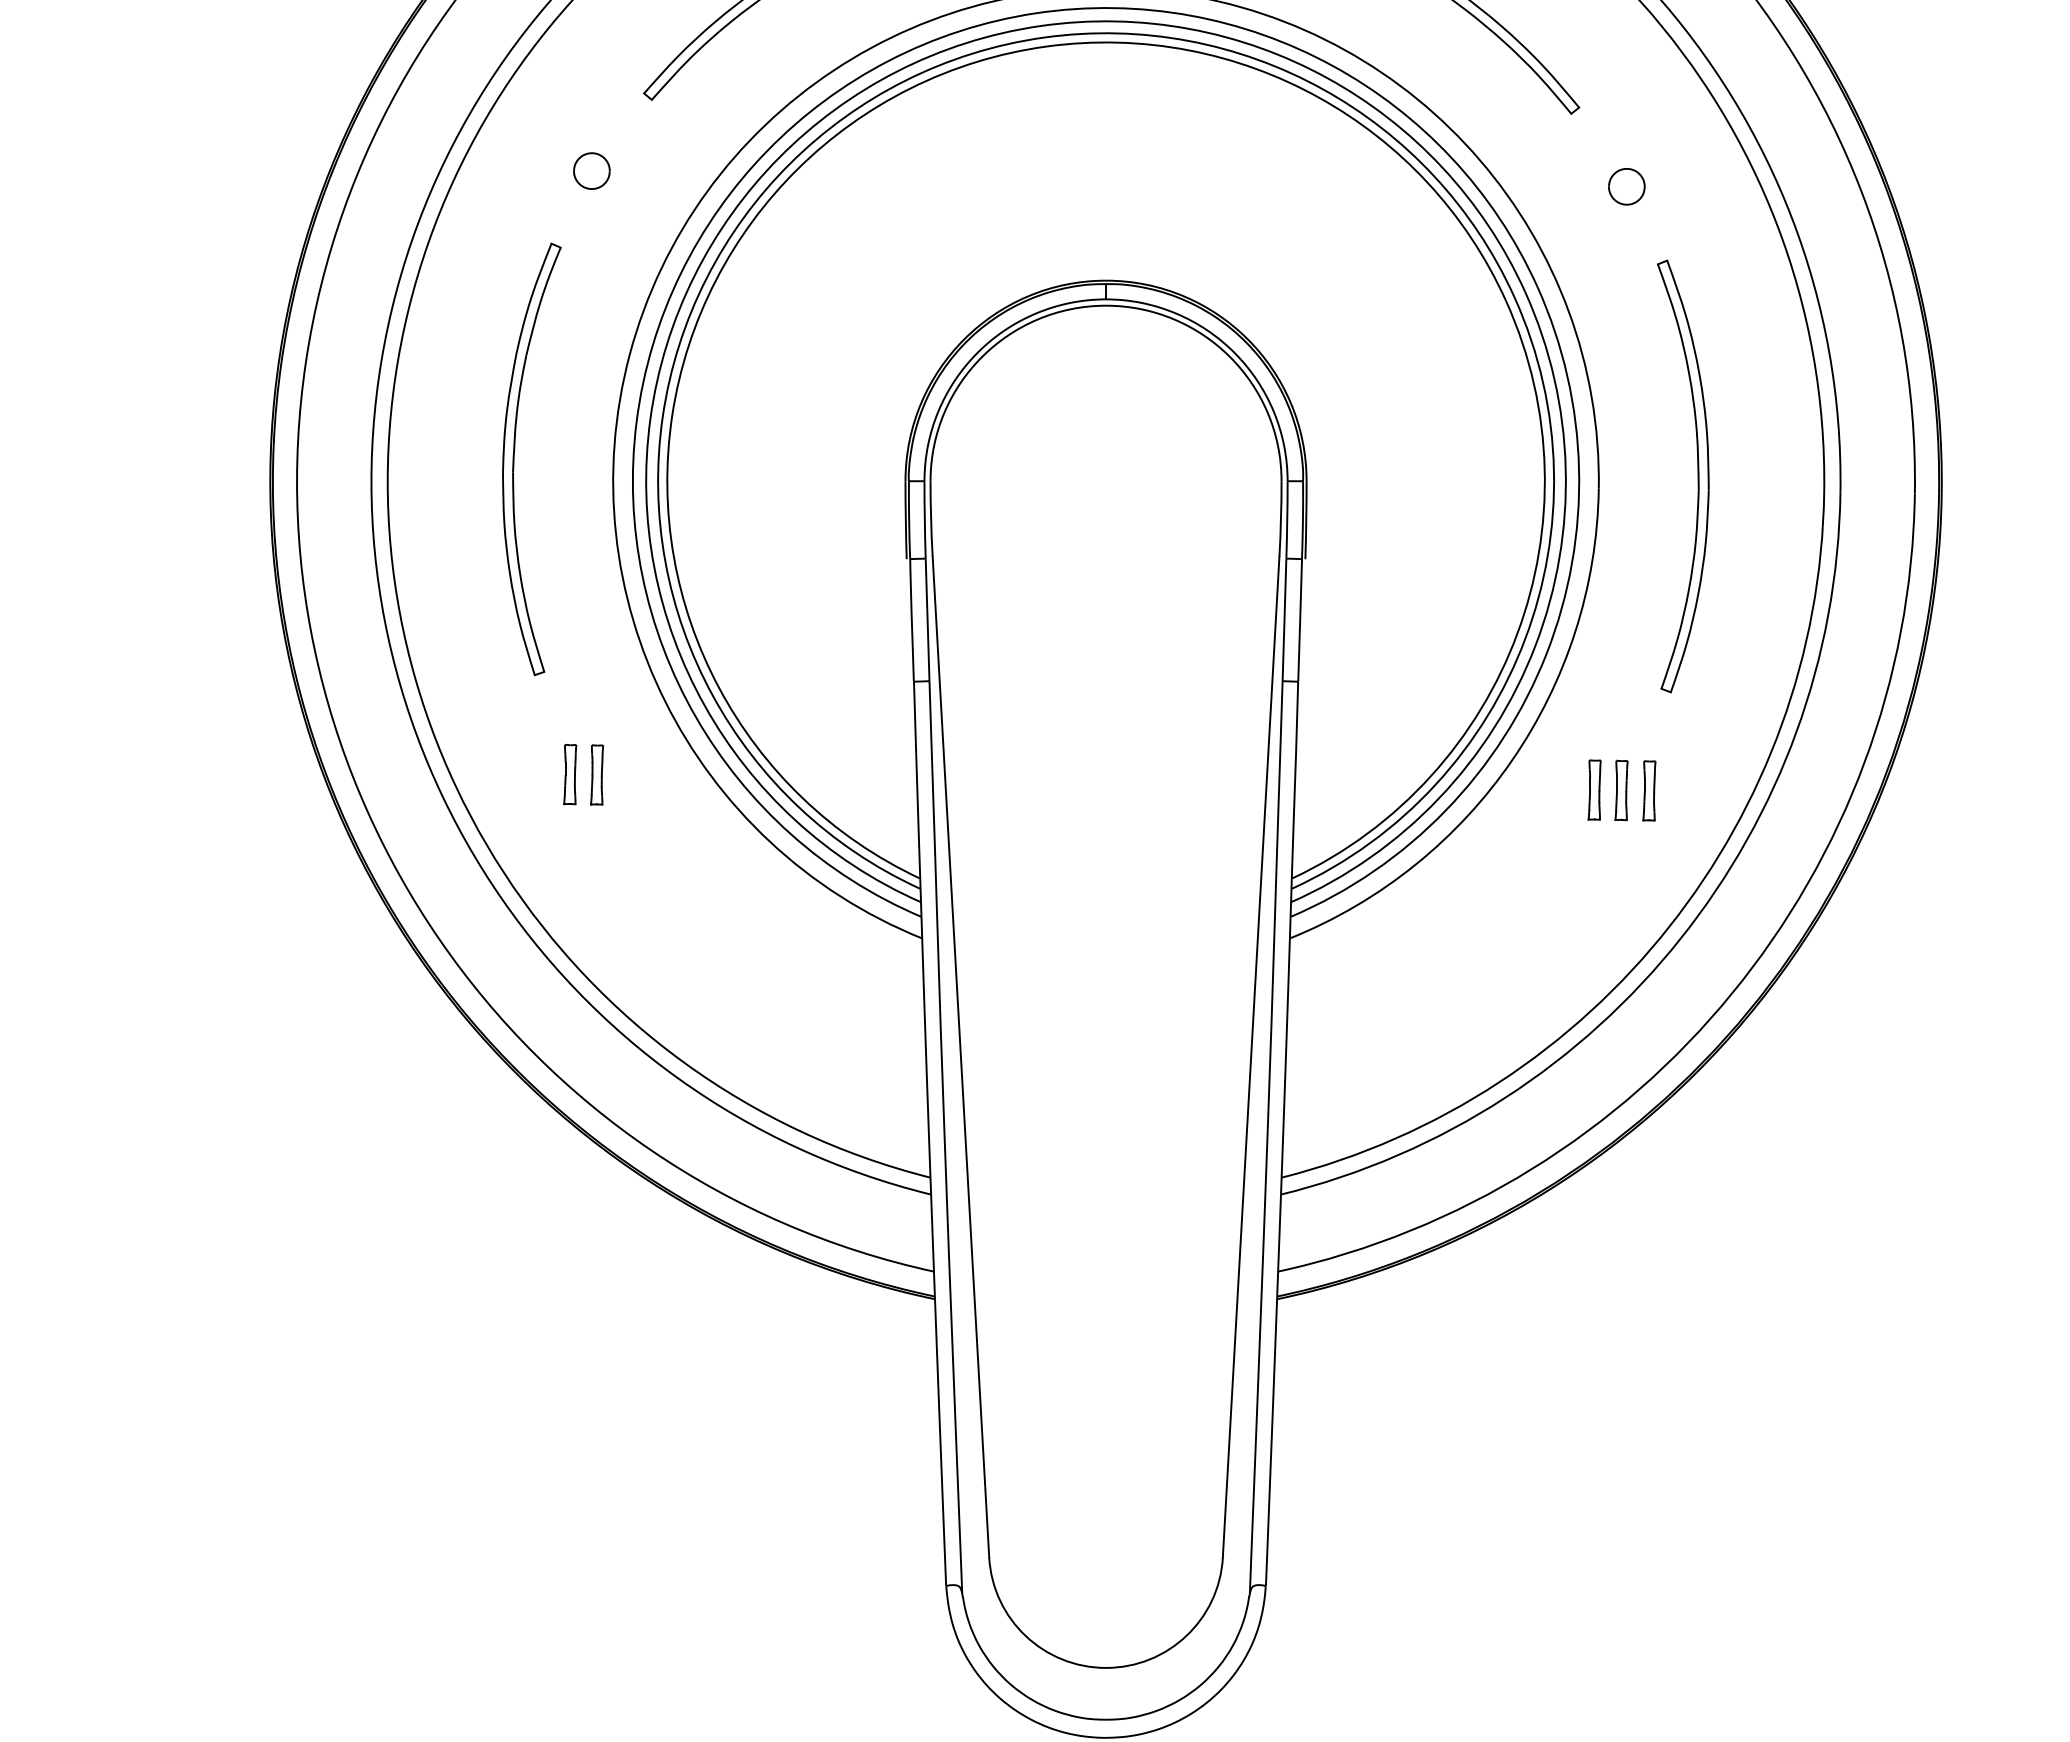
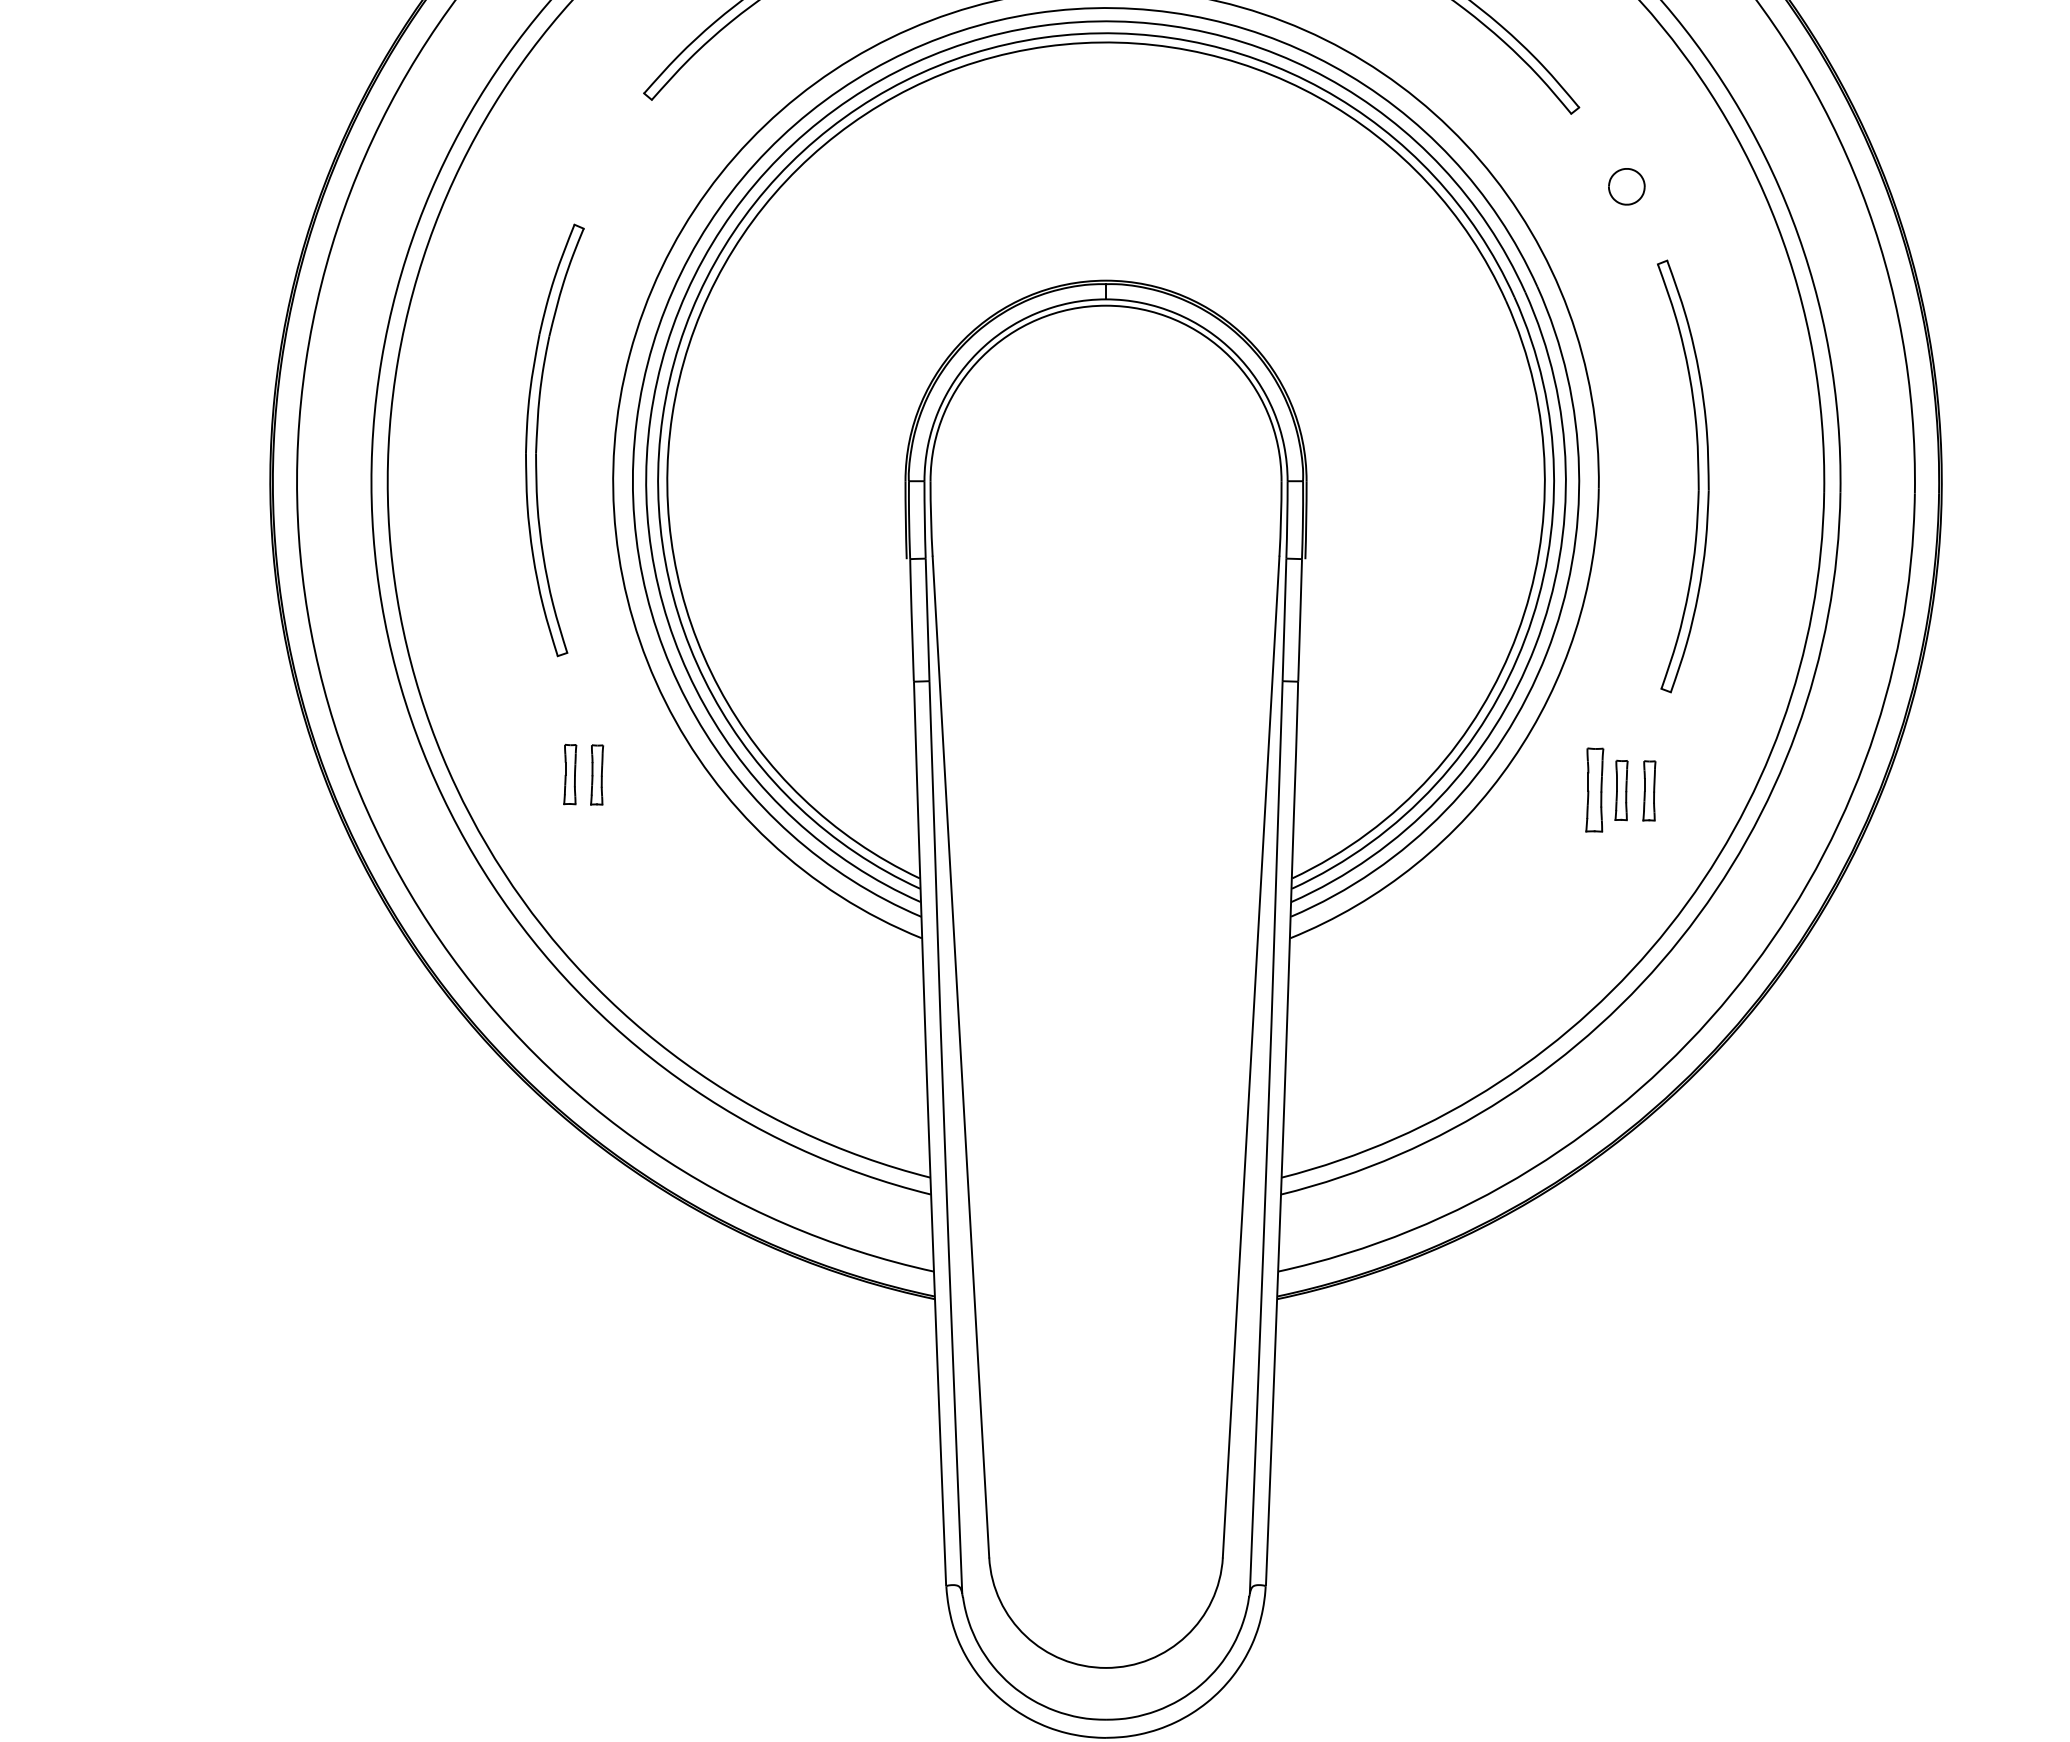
part at (591, 170): present -> none
part at (514, 459) position: (514, 459) -> (537, 440)
part at (1594, 789) size: 15x62 px -> 20x86 px
